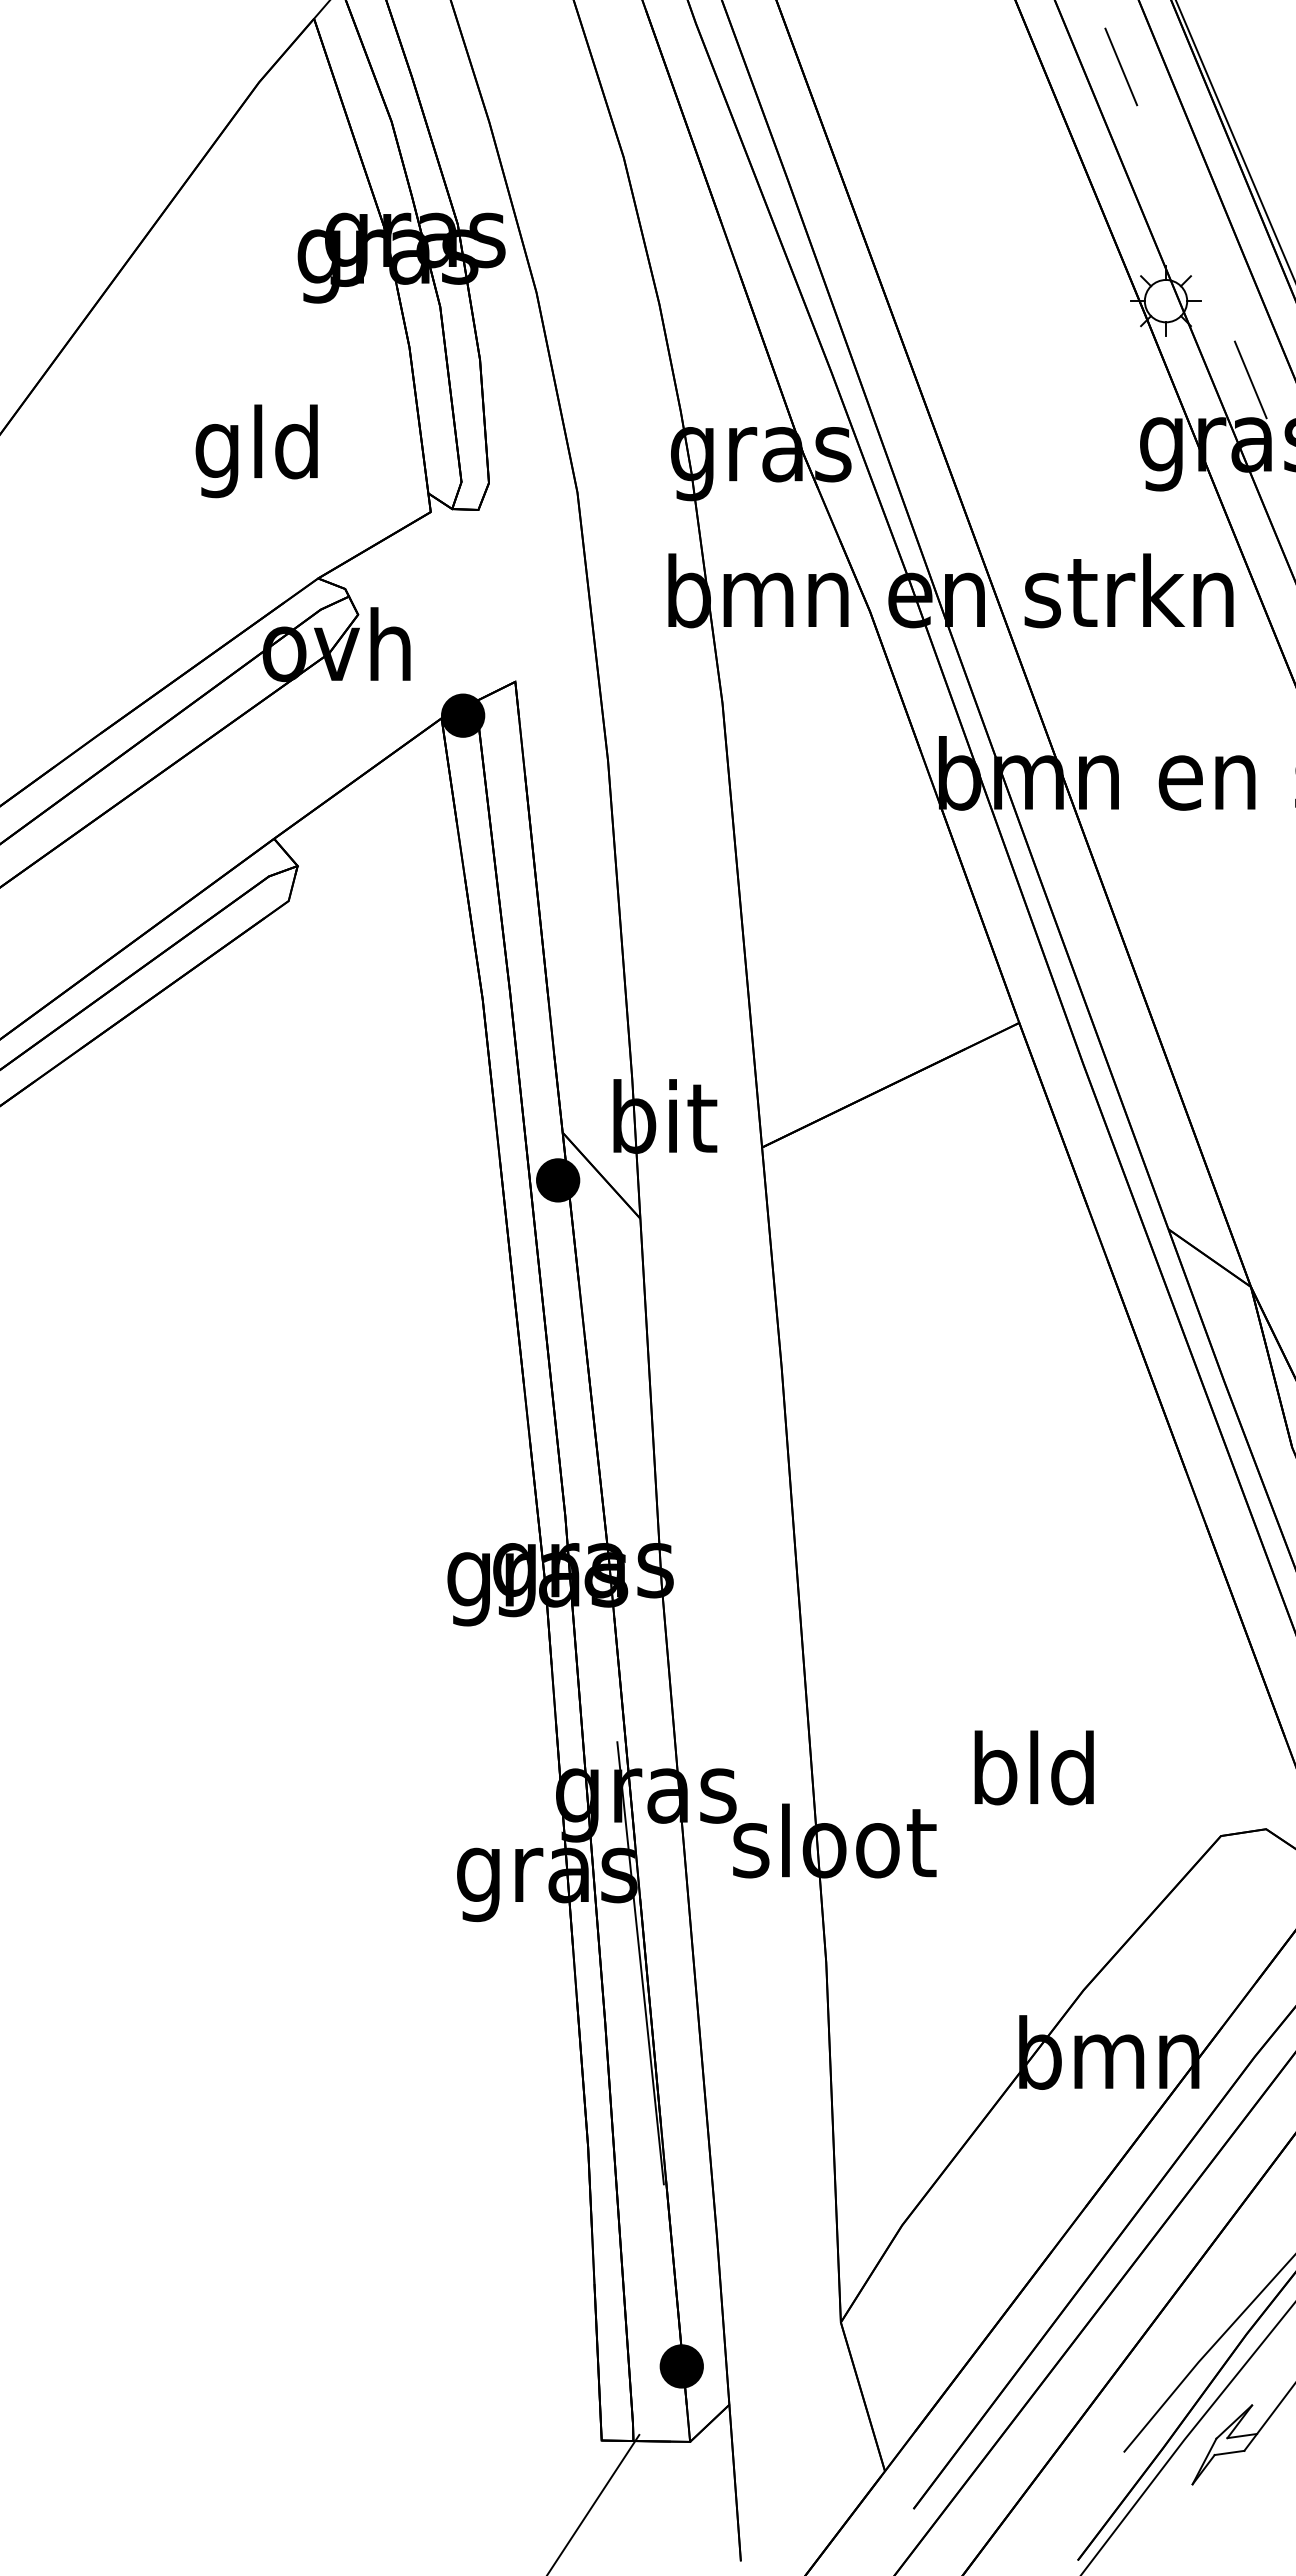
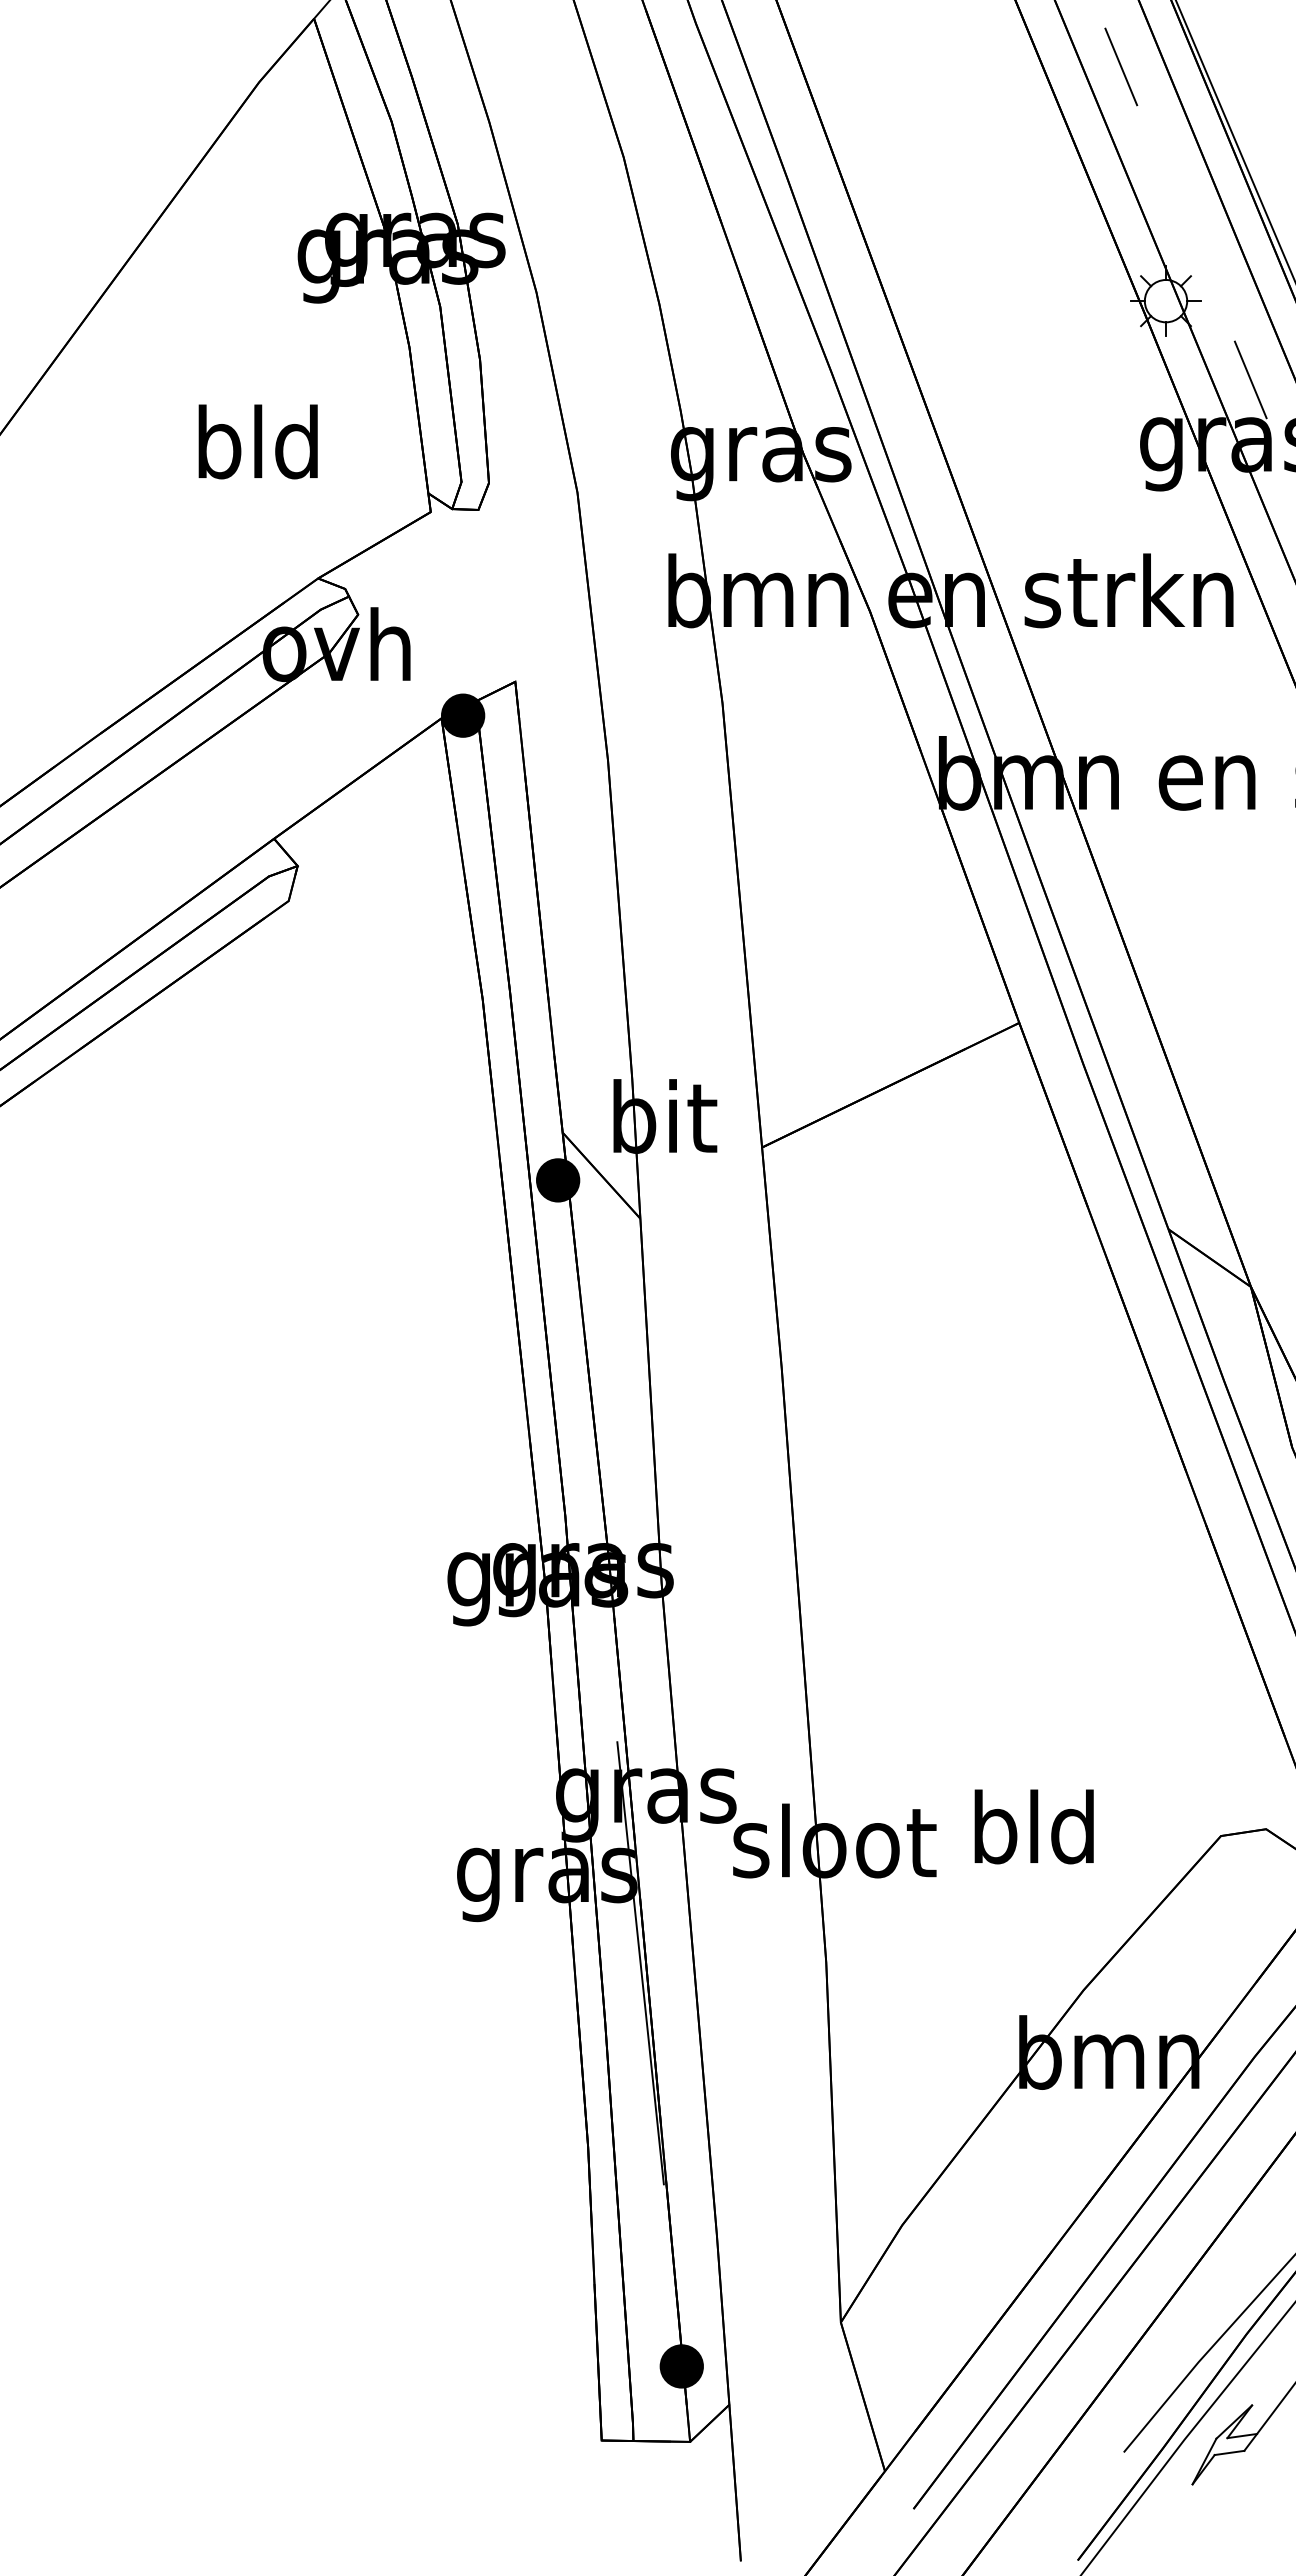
text at (218, 451): gld -> bld
text at (1033, 1767) position: (1033, 1767) -> (1033, 1826)
line at (594, 2503): present -> none
